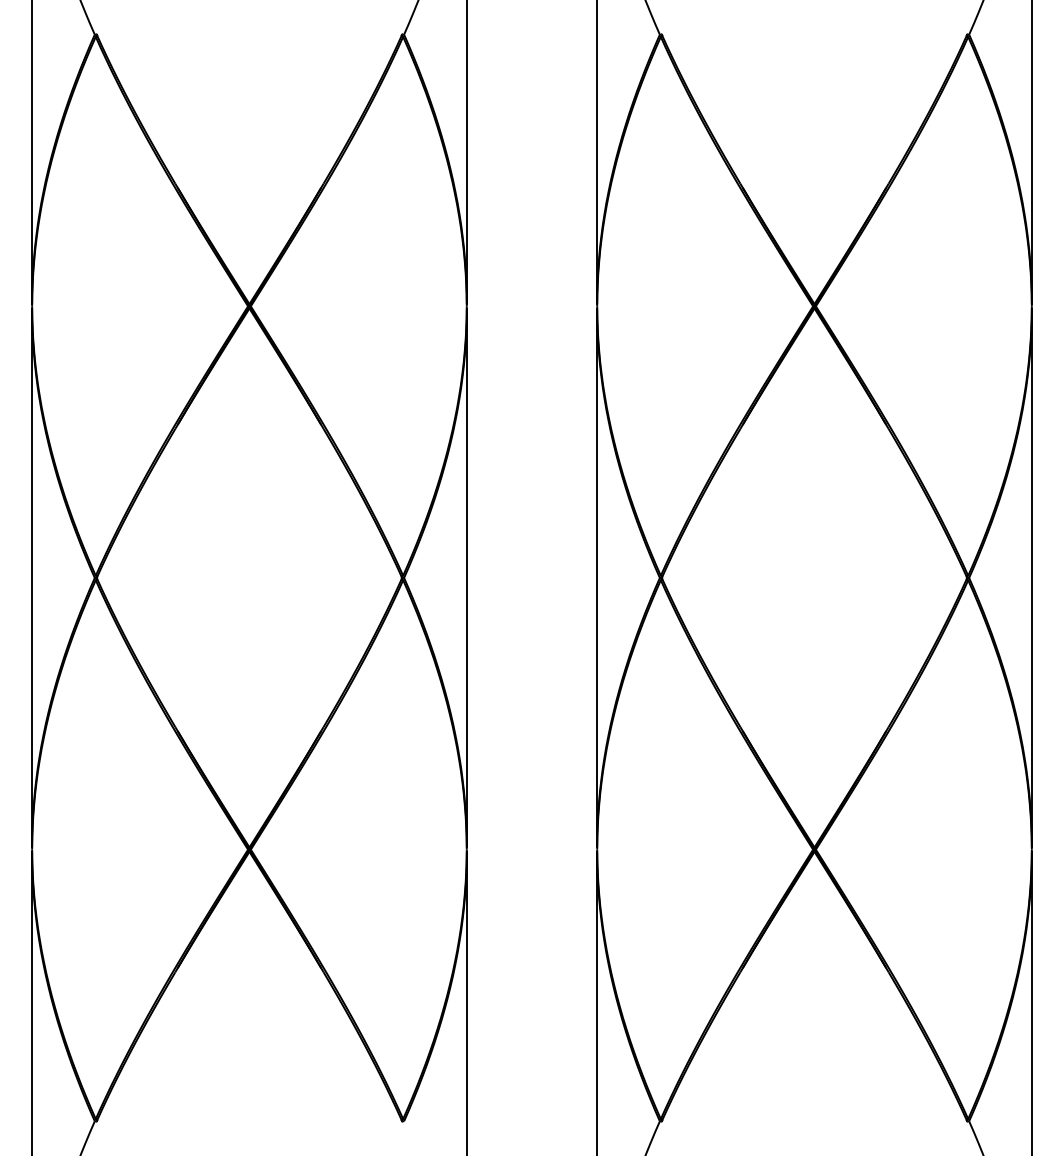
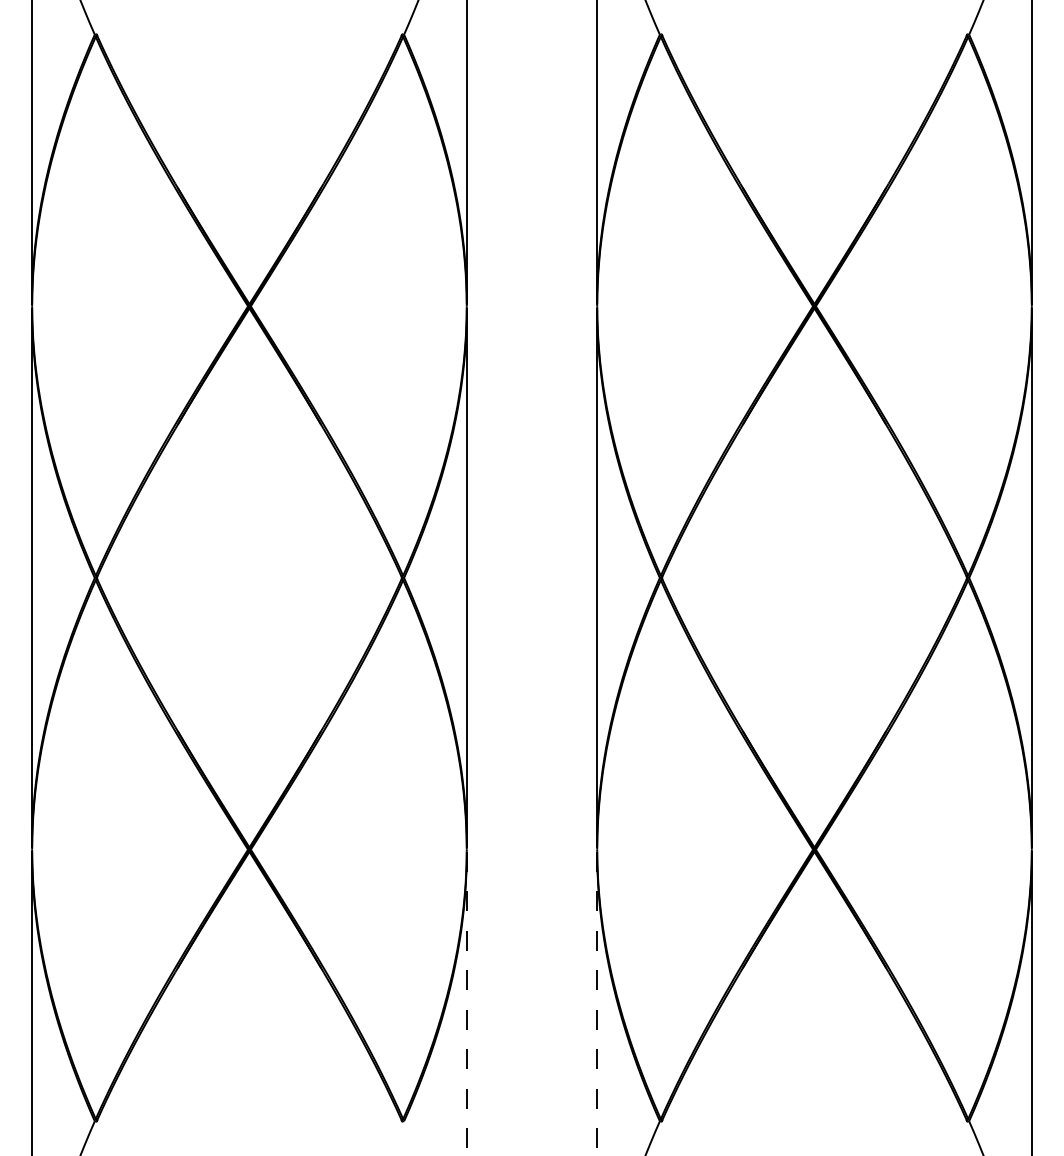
line at (466, 1003): solid -> dashed
line at (597, 1003): solid -> dashed
